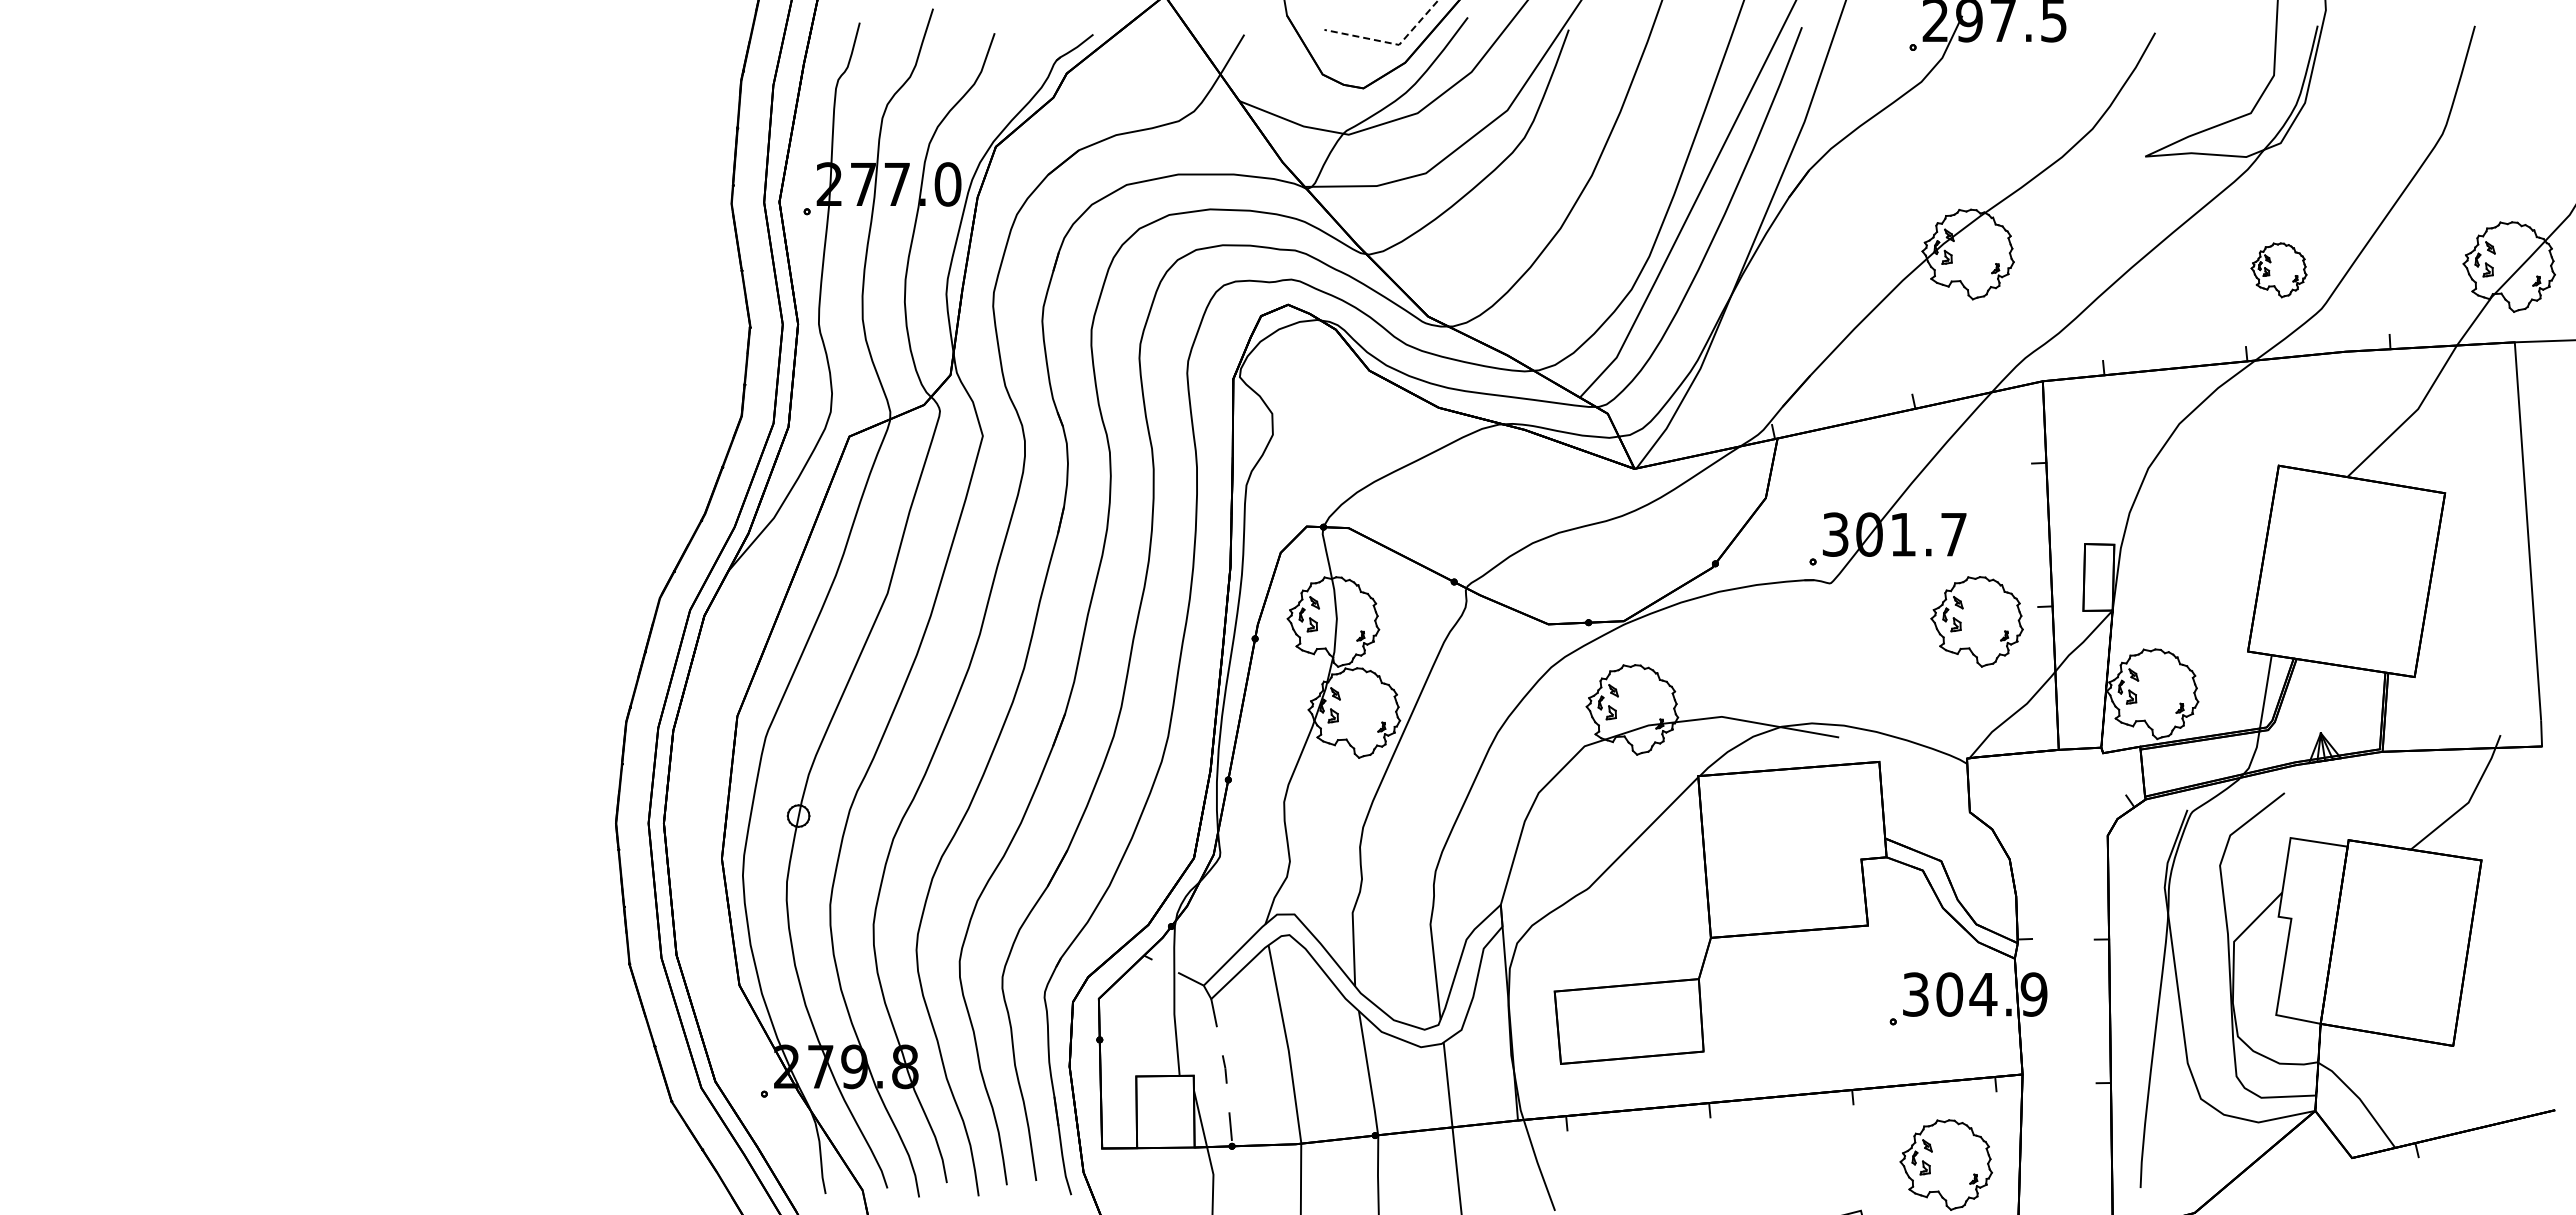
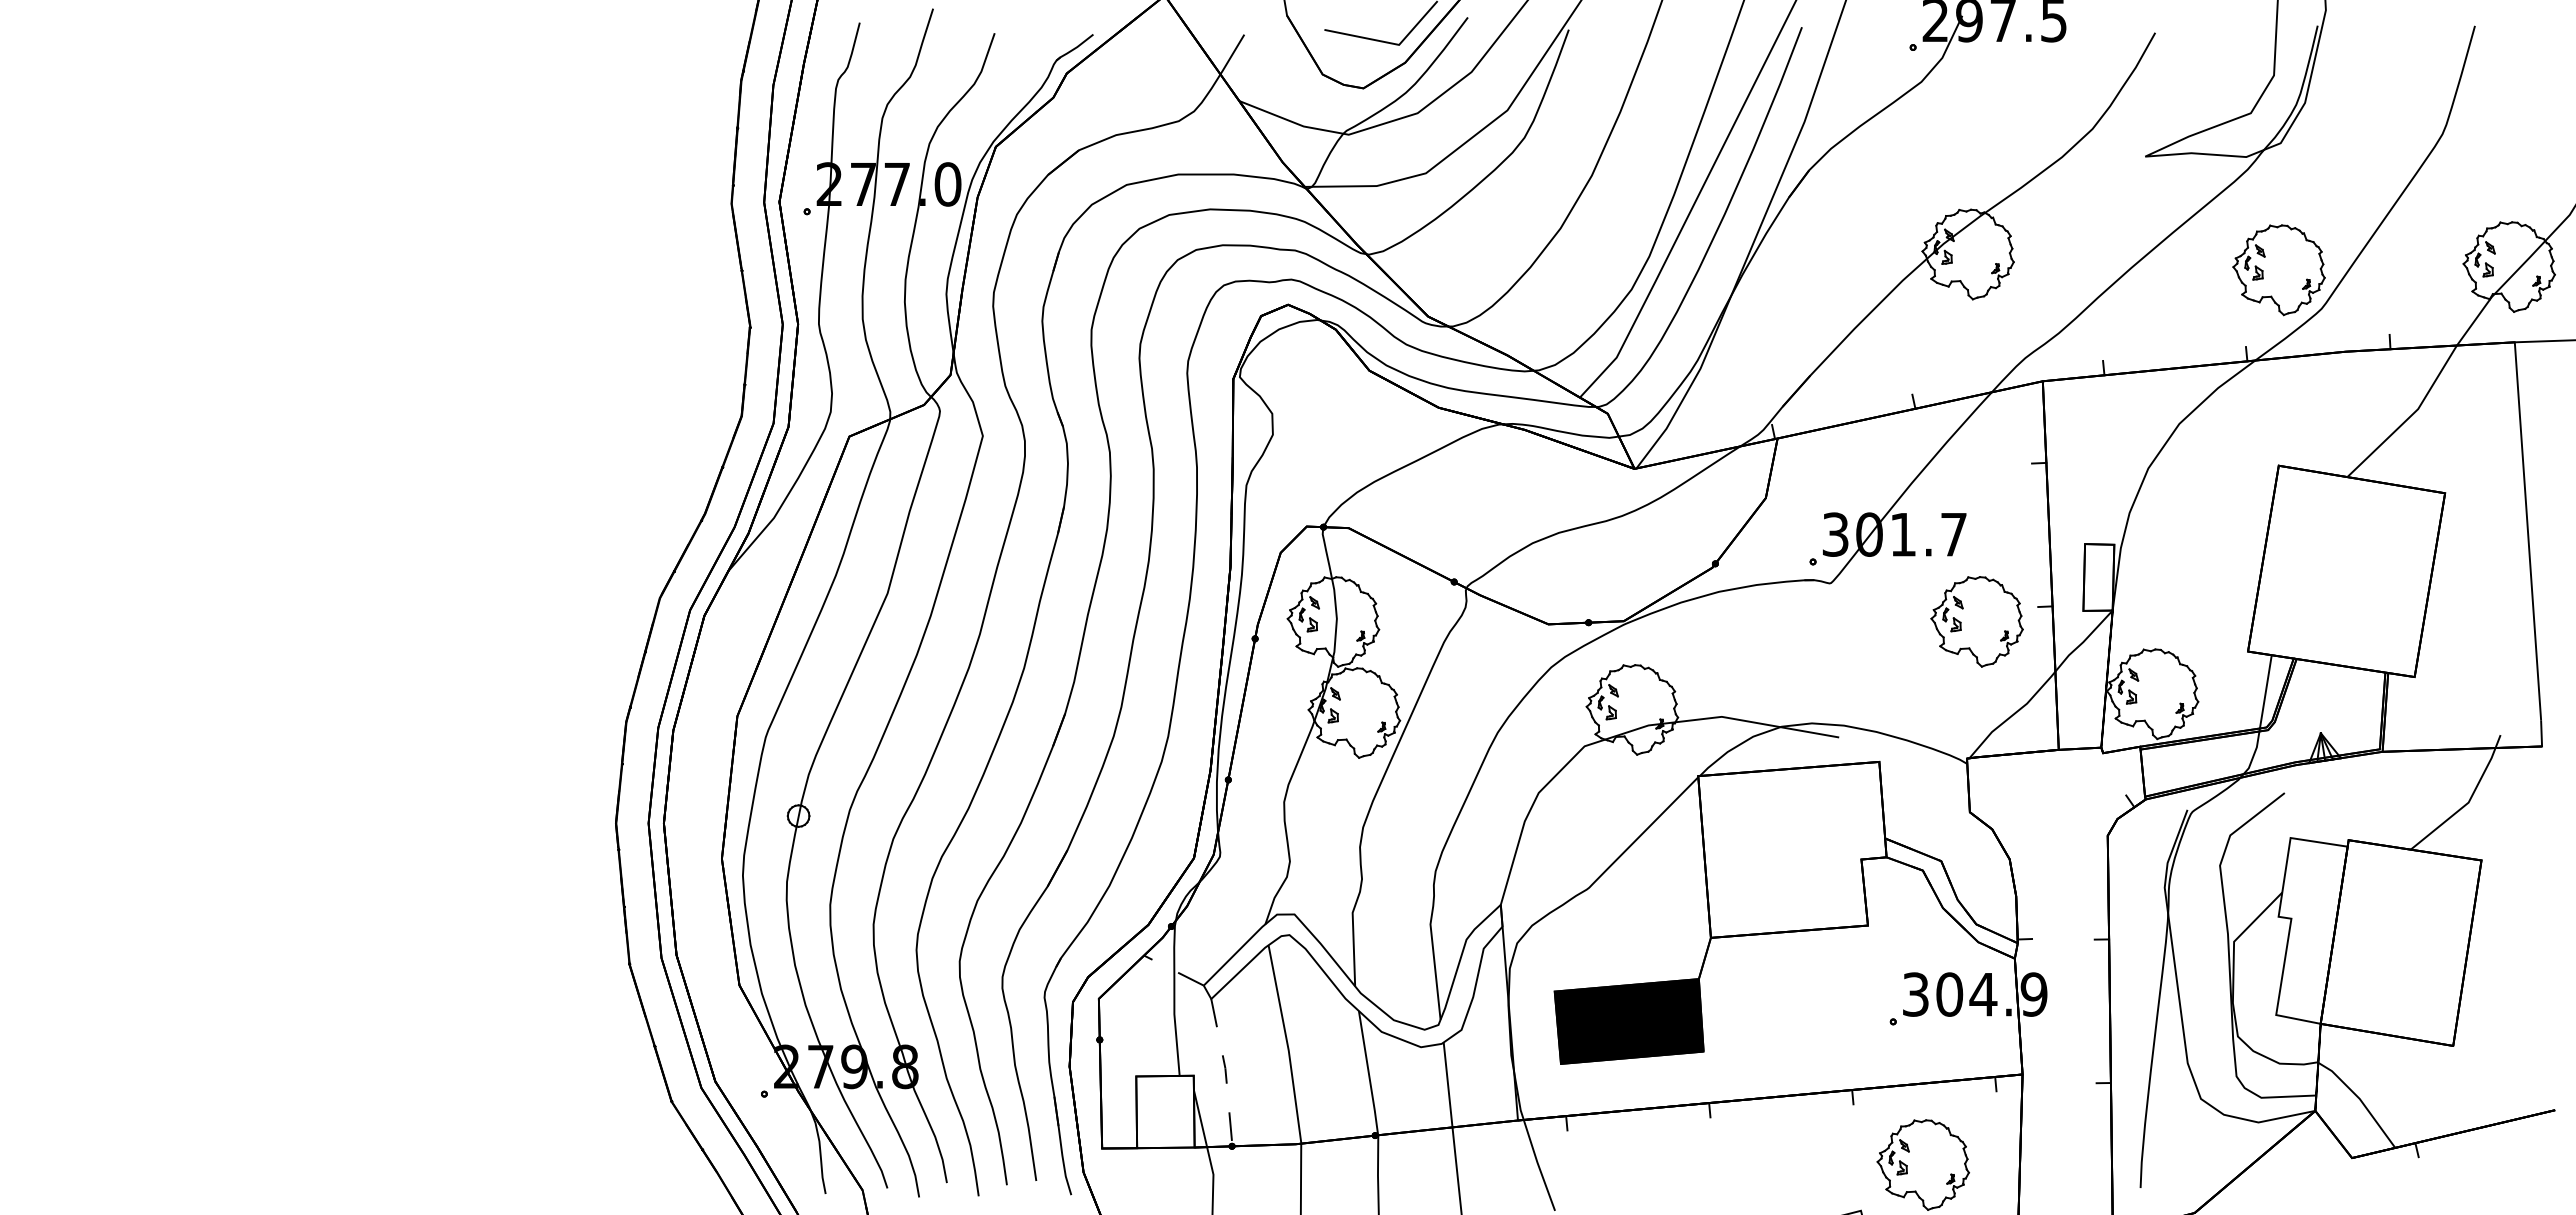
line at (1390, 43): dashed -> solid
part at (2278, 270) size: 58x57 px -> 94x93 px
fill at (1628, 1021): none -> present
part at (1945, 1164) position: (1945, 1164) -> (1922, 1164)
